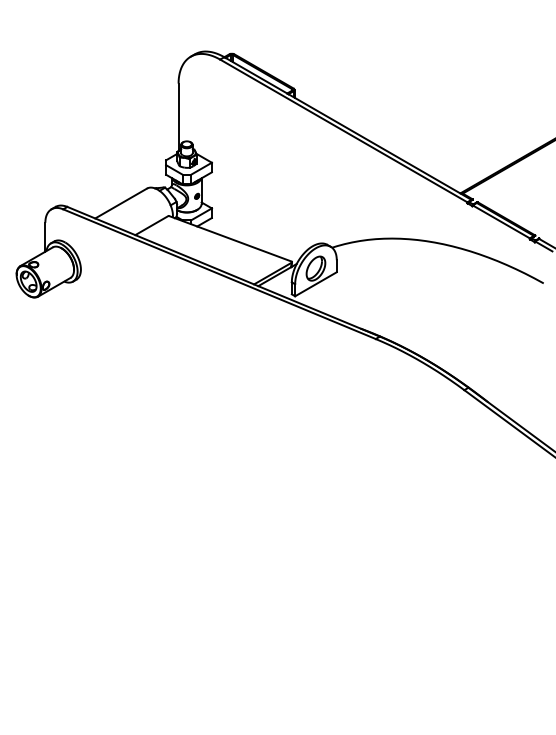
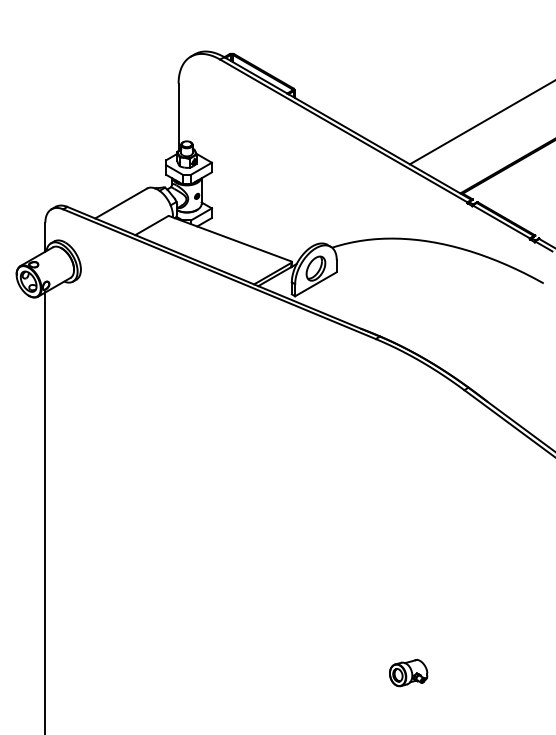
line at (480, 123): none -> present
line at (45, 511): none -> present
part at (408, 672): none -> present
